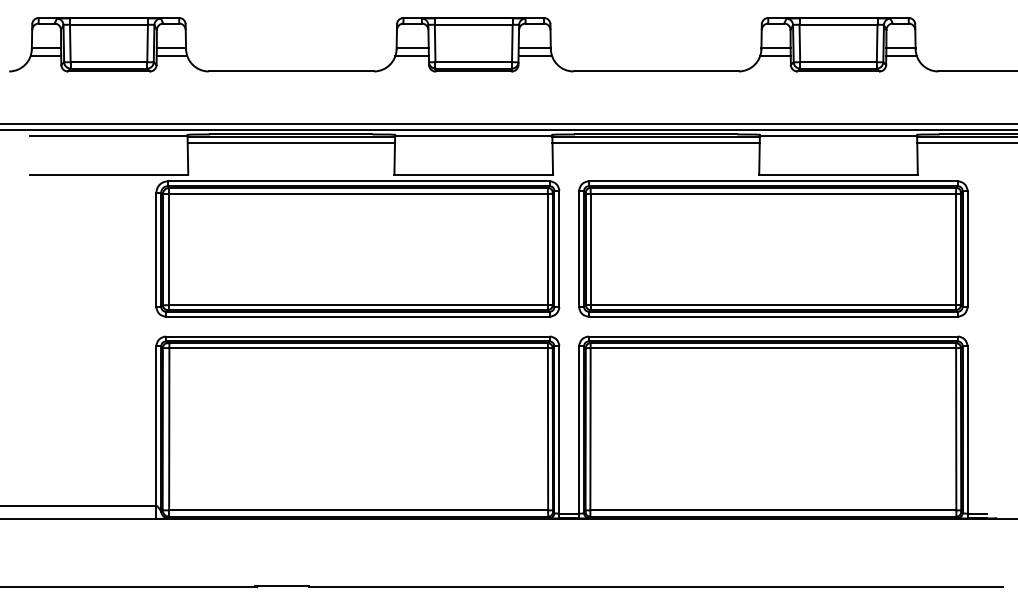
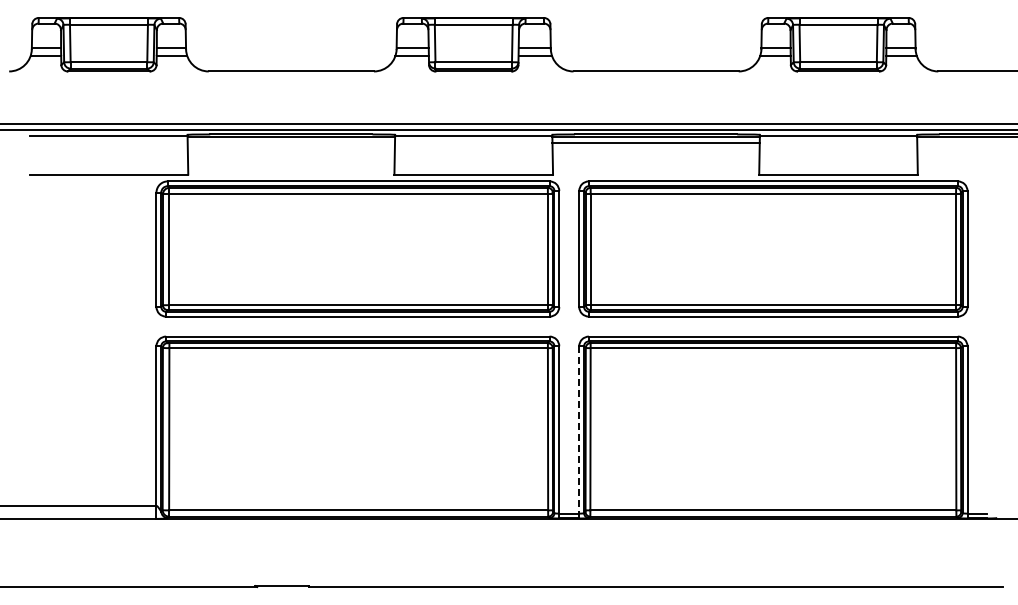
line at (291, 142): present -> none
line at (965, 142): present -> none
line at (579, 432): solid -> dashed
